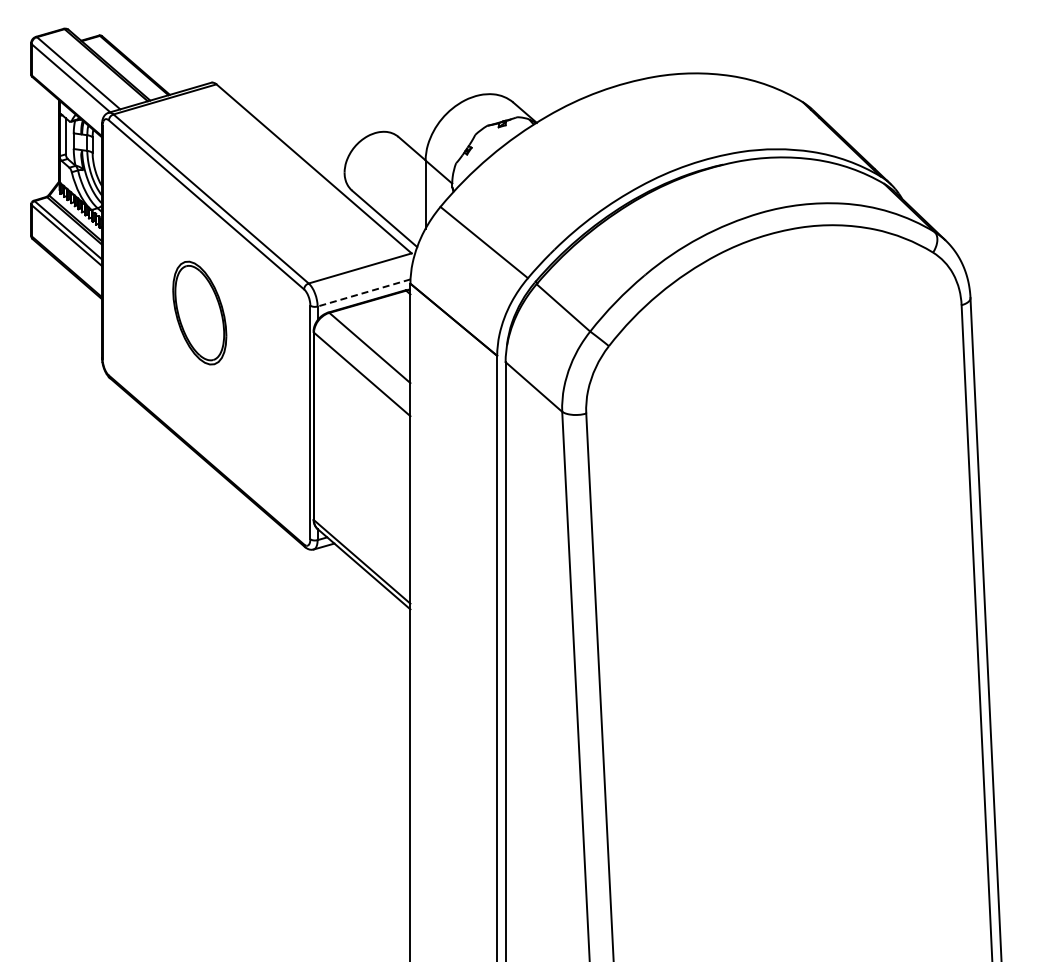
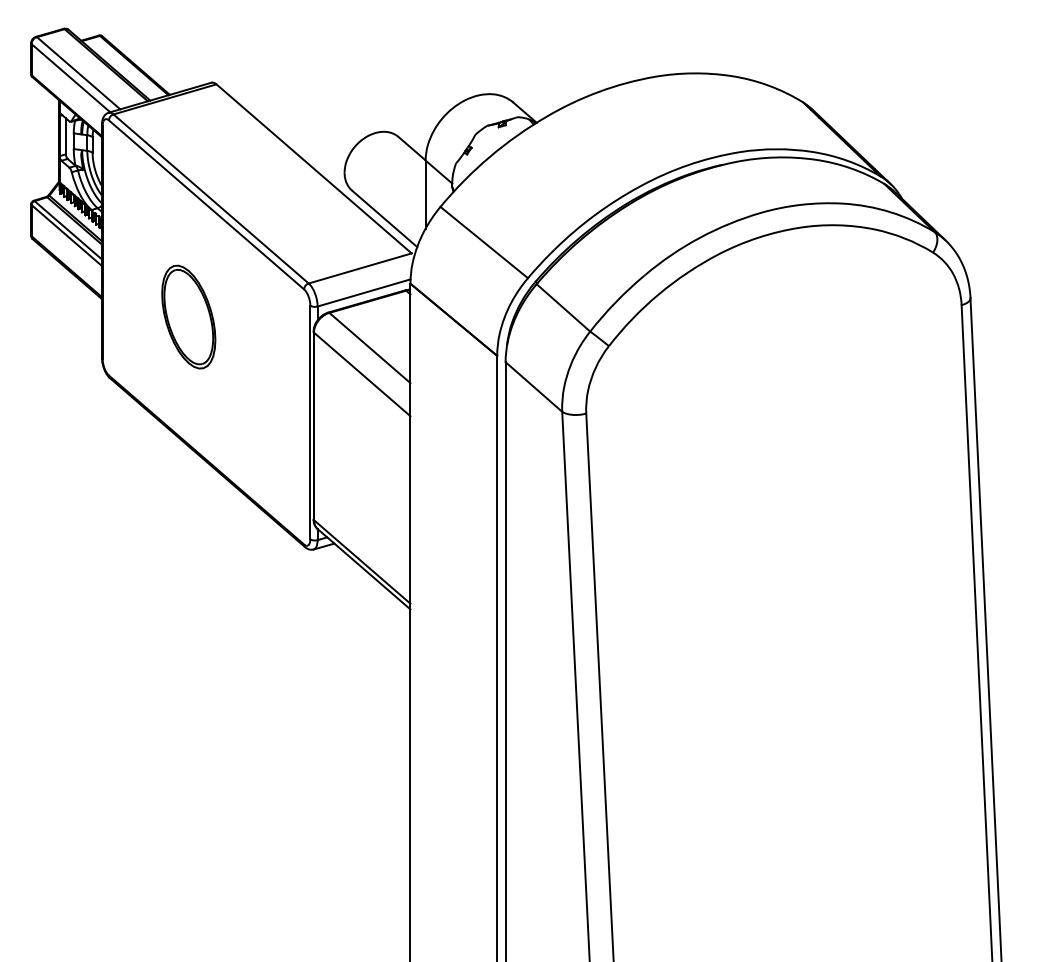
line at (363, 293): dashed -> solid
part at (199, 312) position: (199, 312) -> (188, 316)
